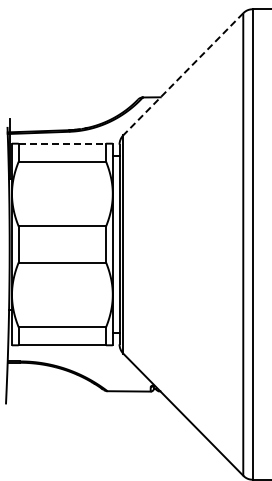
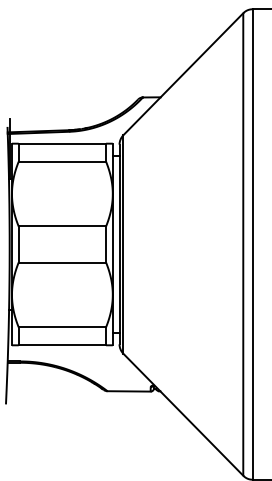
line at (183, 74): dashed -> solid
line at (62, 143): dashed -> solid
